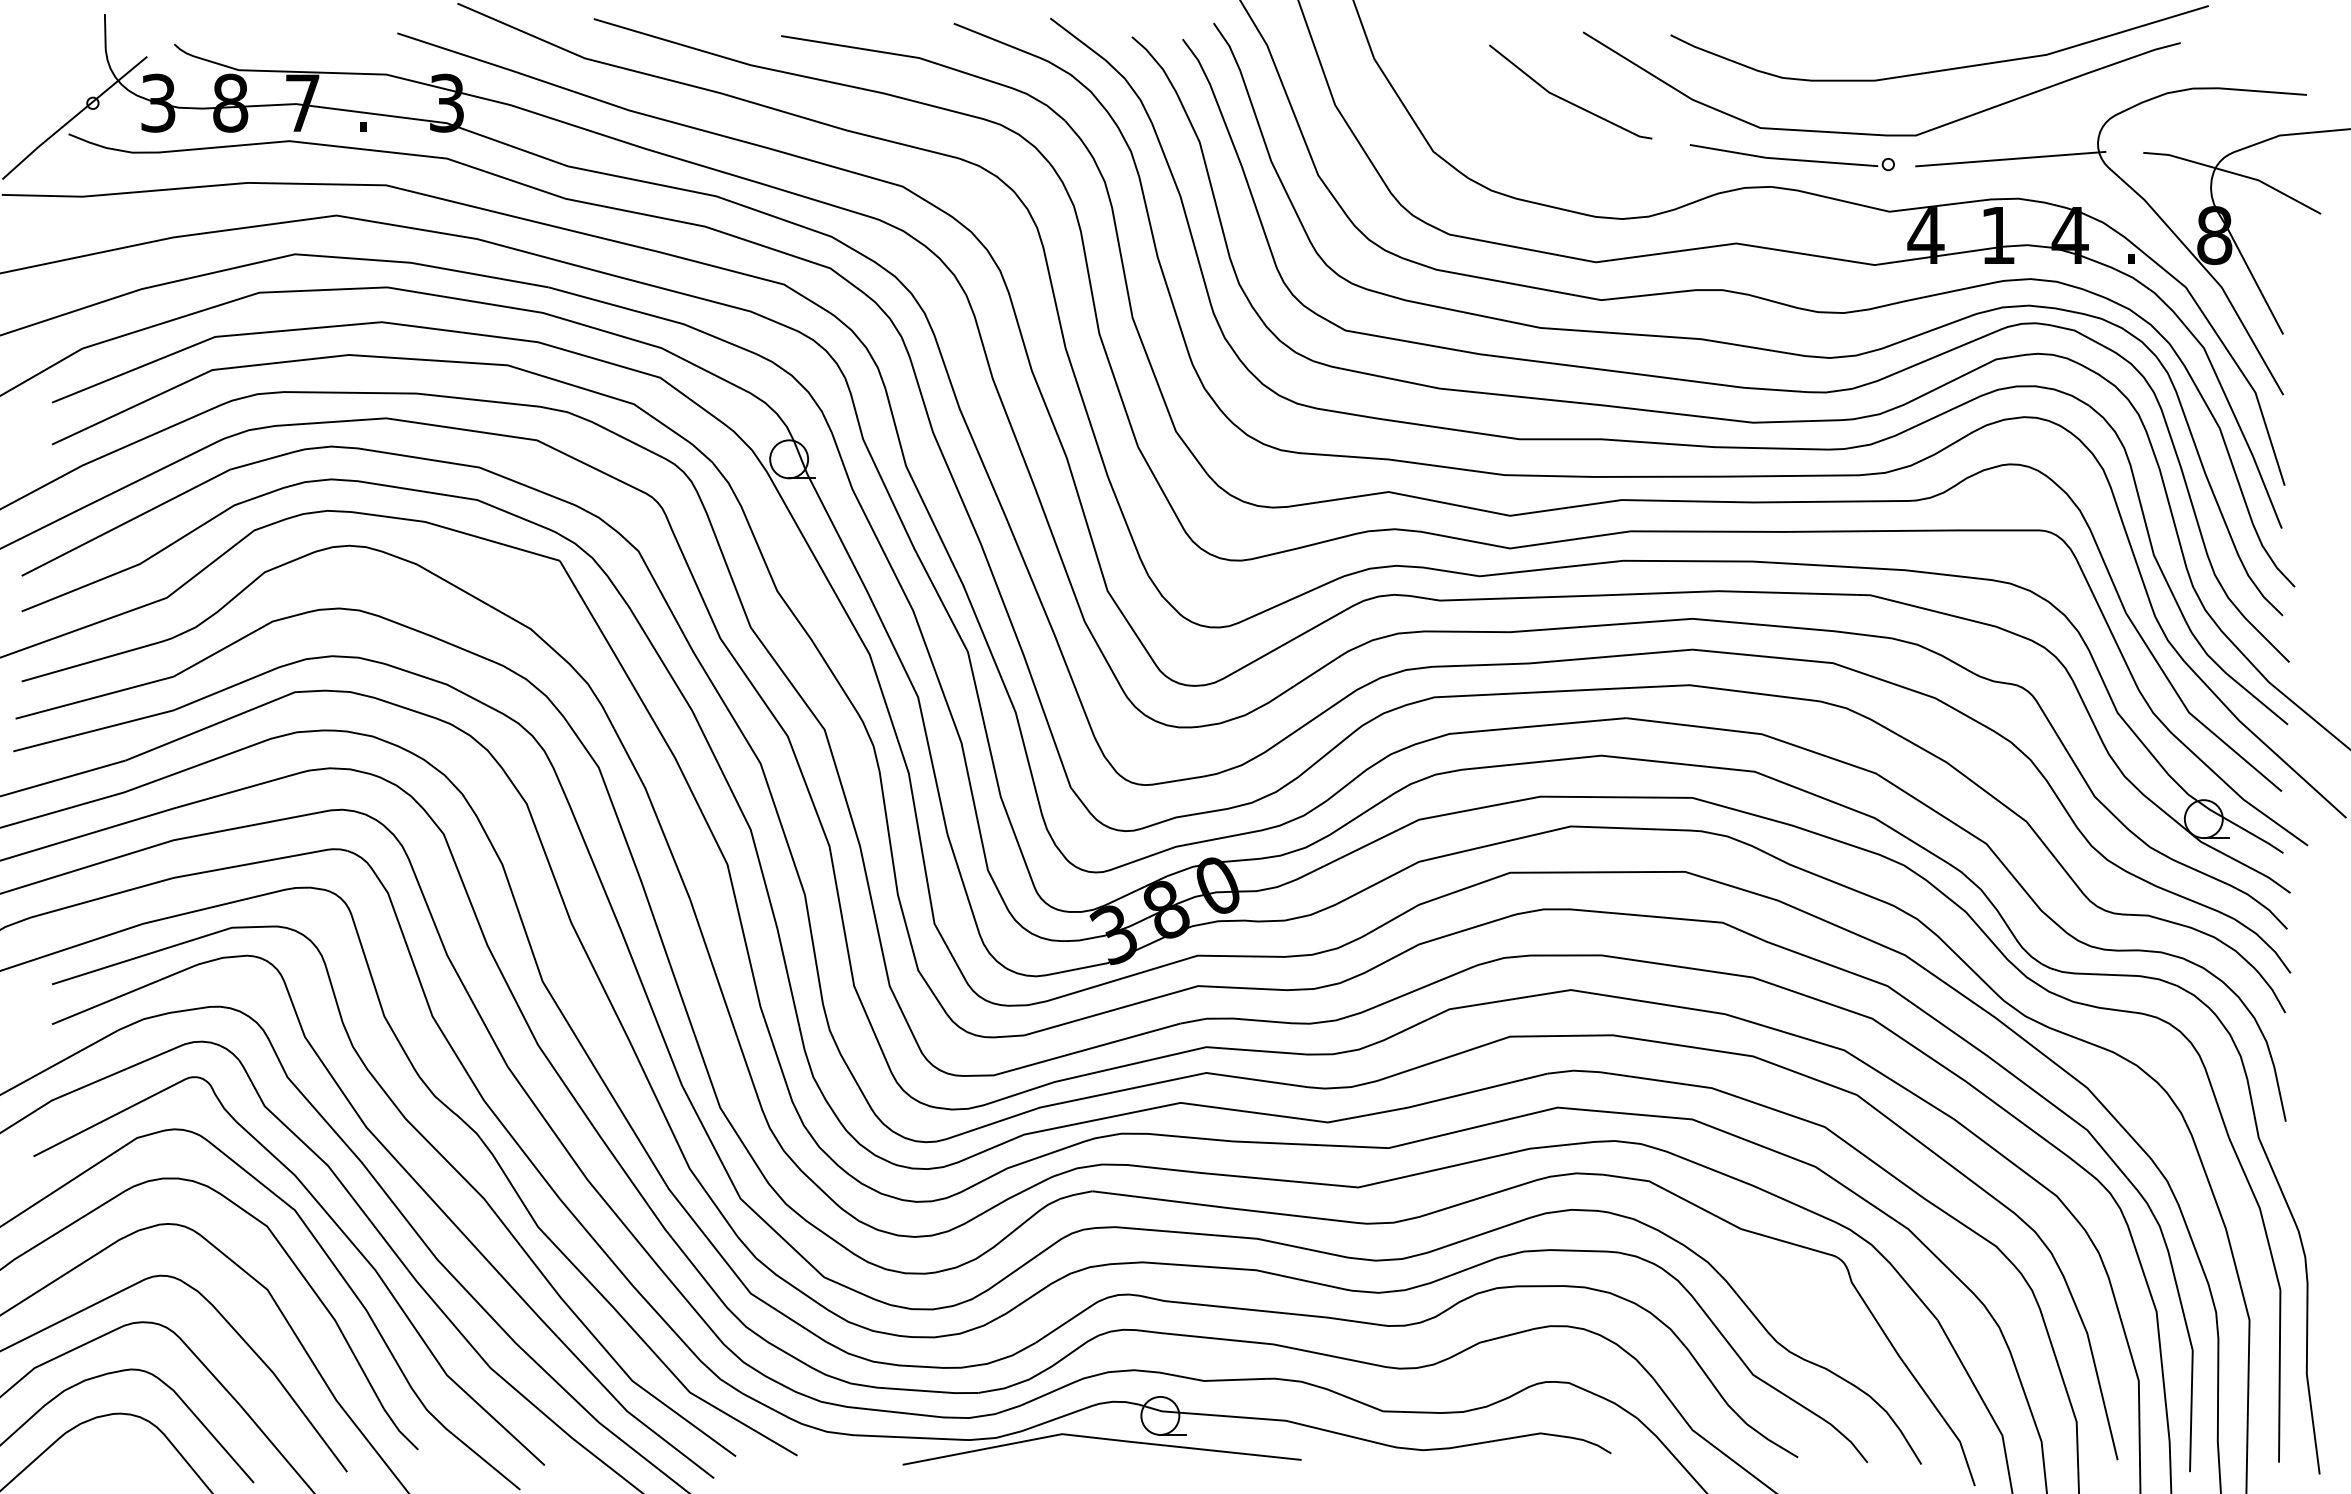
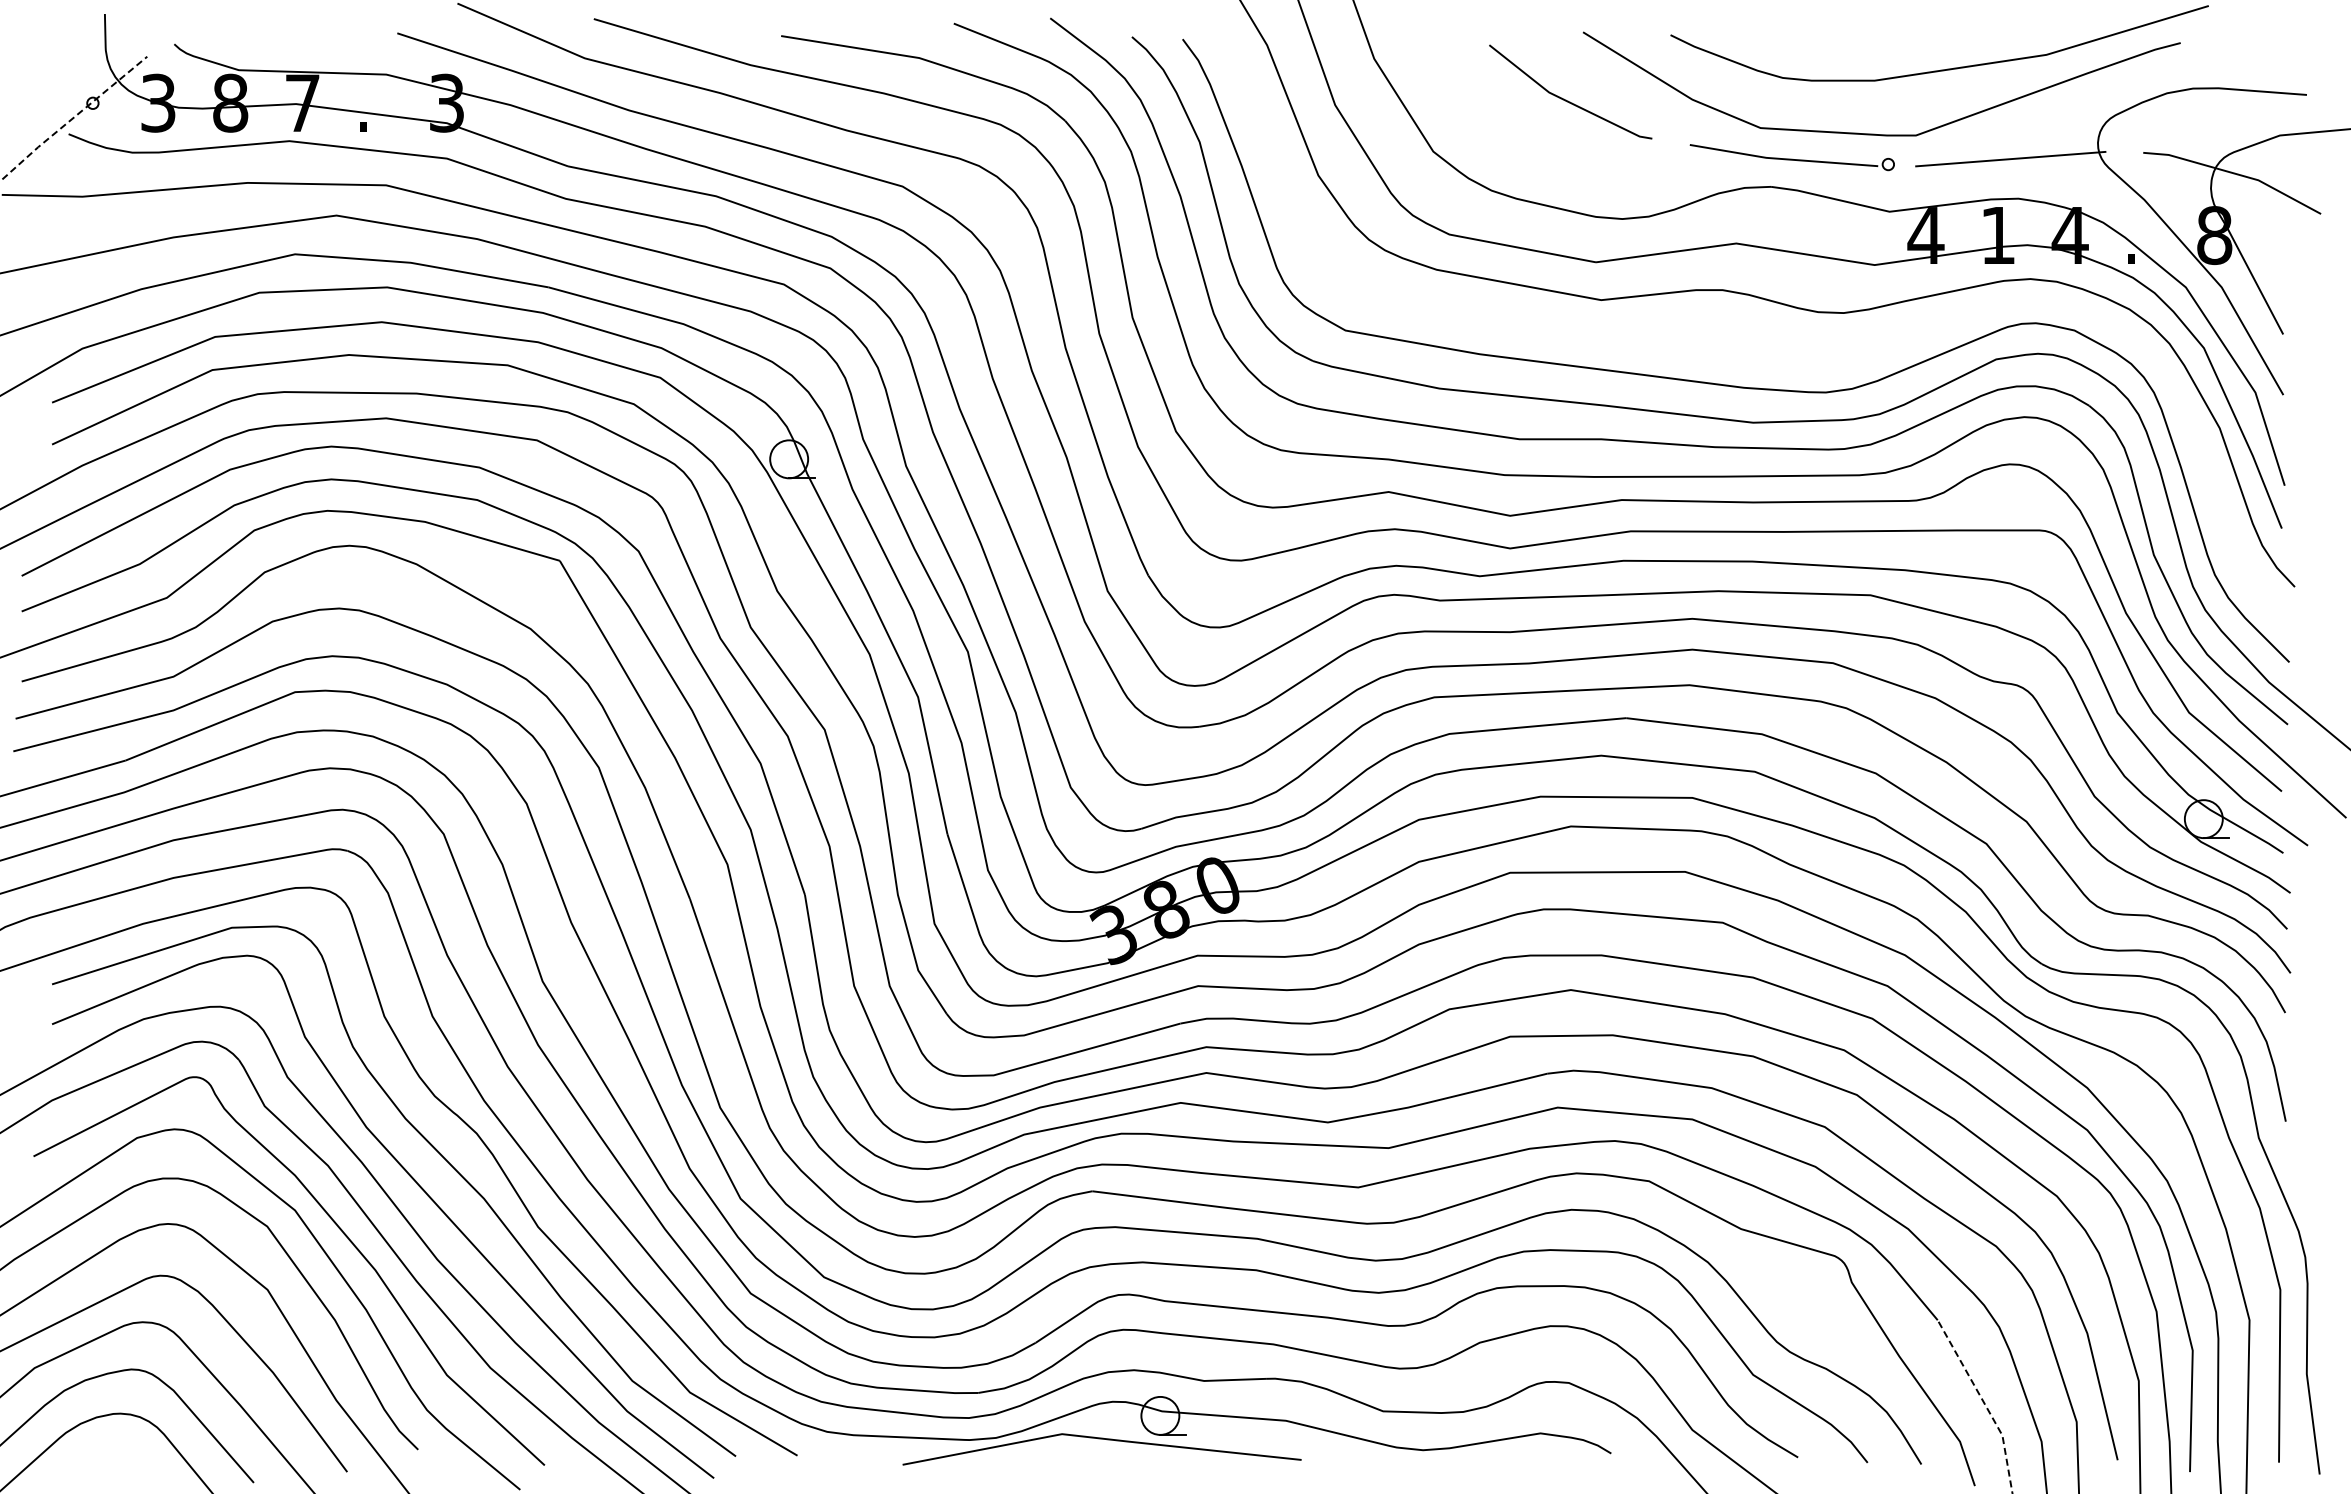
line at (73, 117): solid -> dashed
curve at (1741, 344): present -> none
line at (1984, 1403): solid -> dashed
